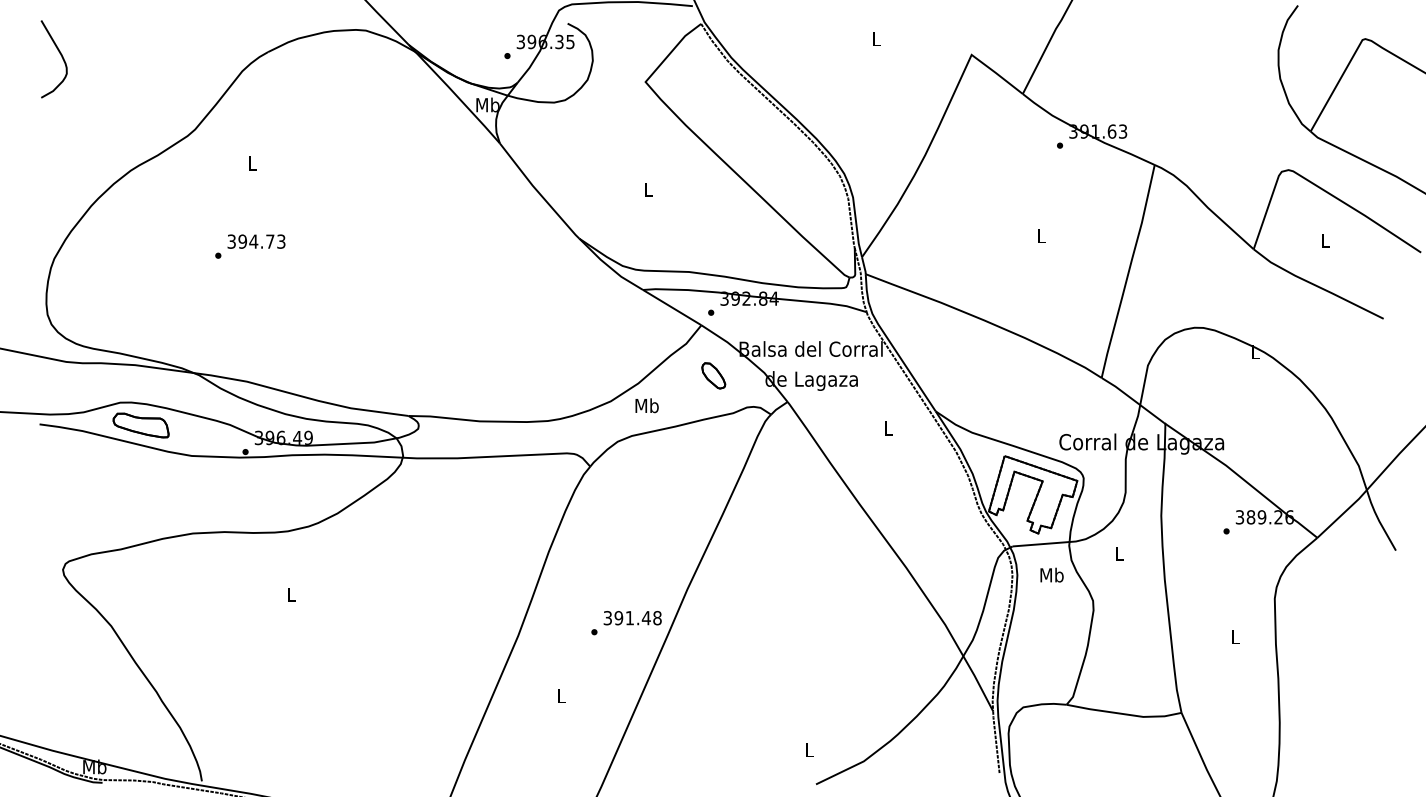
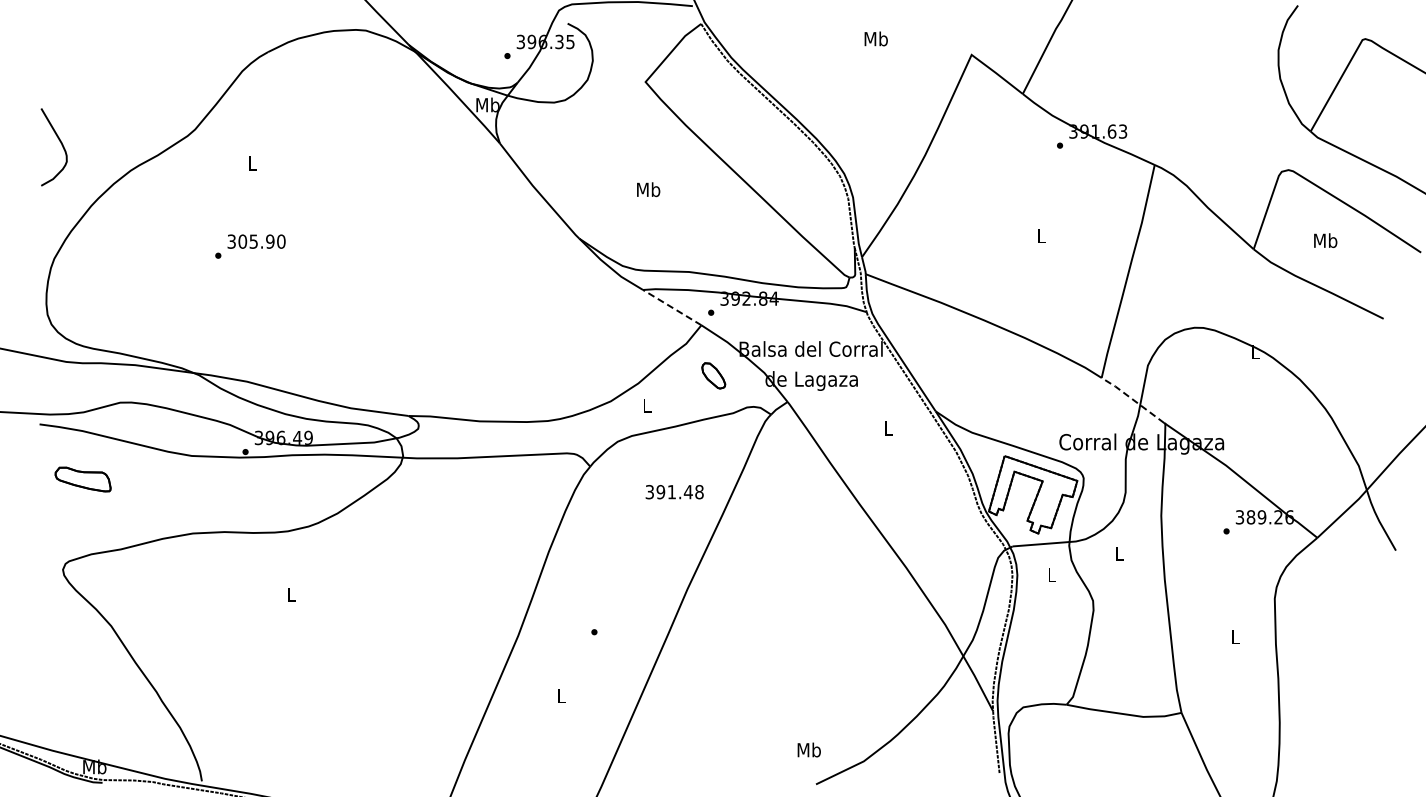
text at (875, 38): L -> Mb
curve at (60, 55) position: (60, 55) -> (60, 143)
text at (648, 189): L -> Mb
text at (1325, 240): L -> Mb
text at (261, 241): 394.73 -> 305.90
line at (671, 307): solid -> dashed
line at (1132, 399): solid -> dashed
text at (646, 405): Mb -> L
part at (140, 425) position: (140, 425) -> (82, 479)
text at (1051, 574): Mb -> L
text at (632, 618) position: (632, 618) -> (674, 492)
text at (808, 749): L -> Mb
